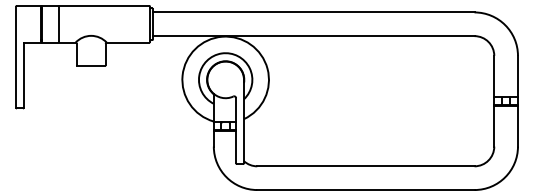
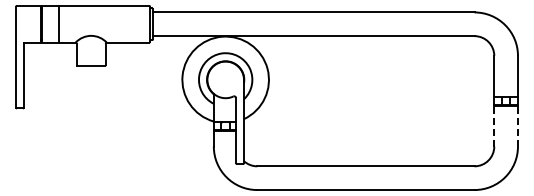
line at (494, 127): solid -> dashed
line at (517, 127): solid -> dashed
